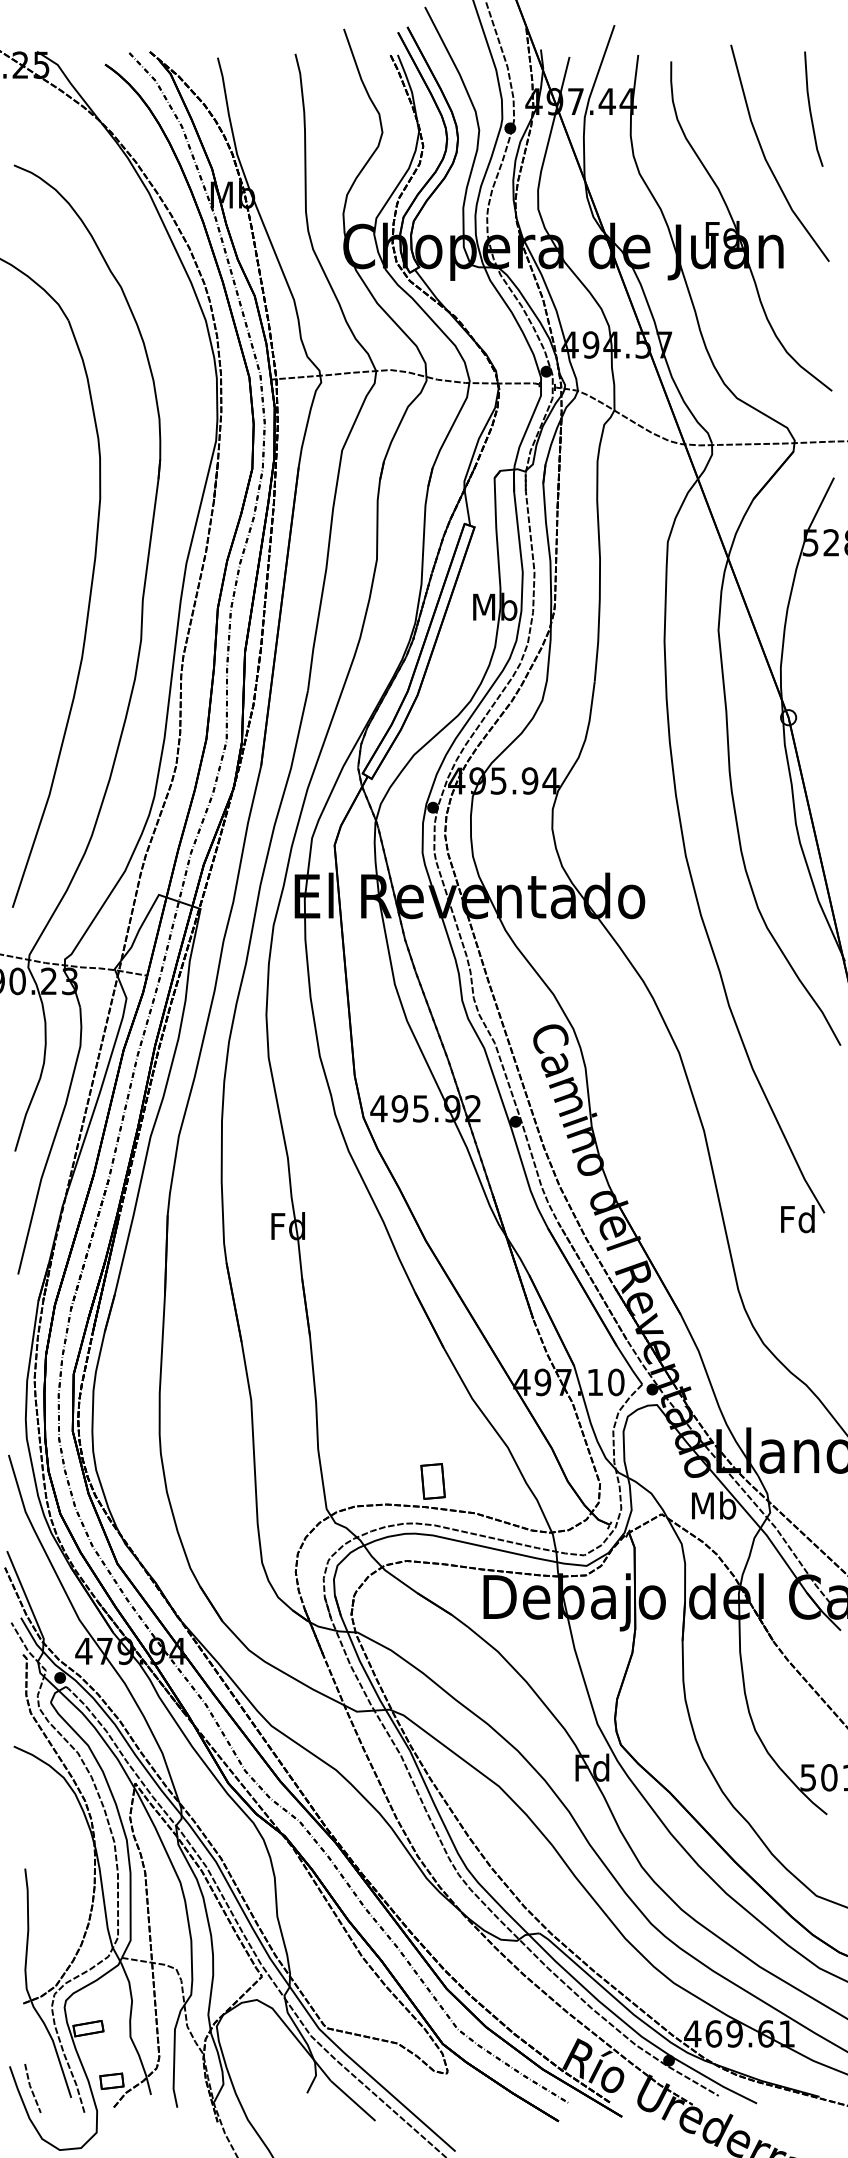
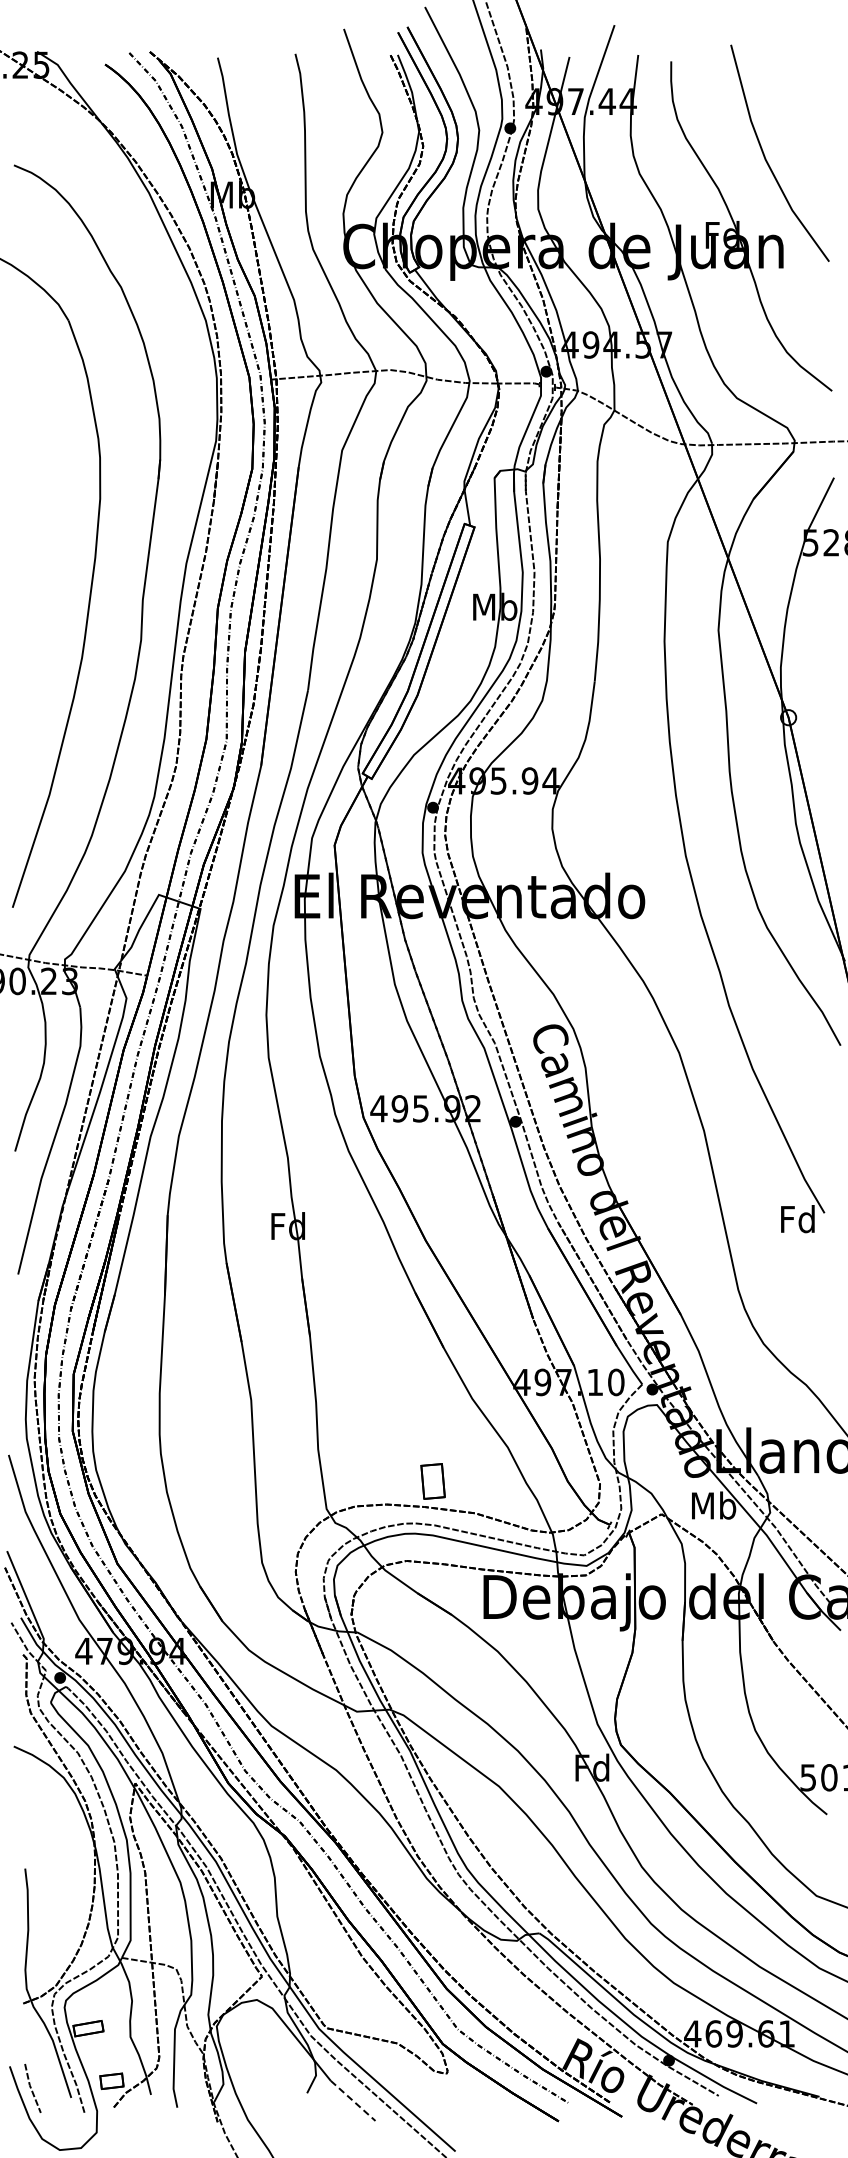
line at (811, 110): present -> none
line at (353, 2101): solid -> dashed
